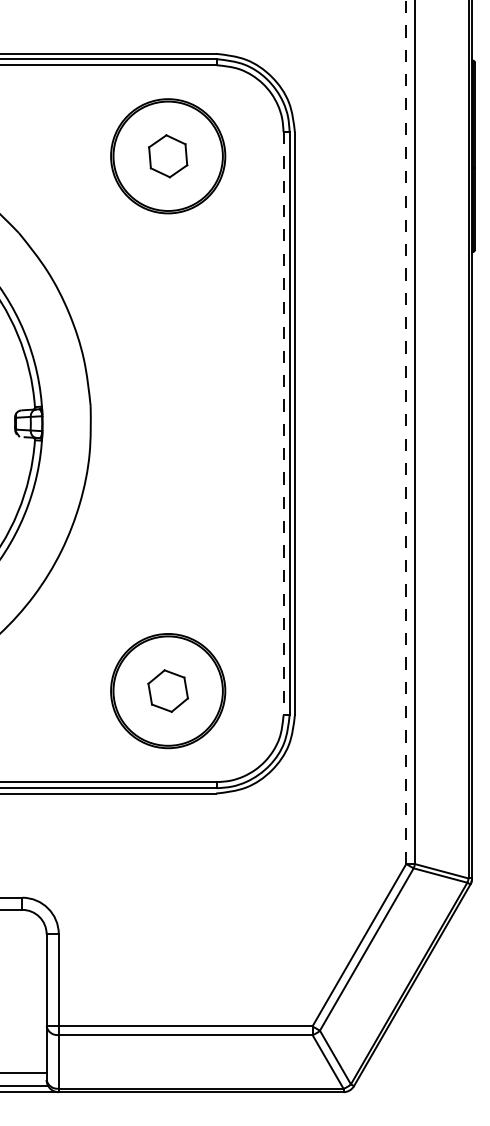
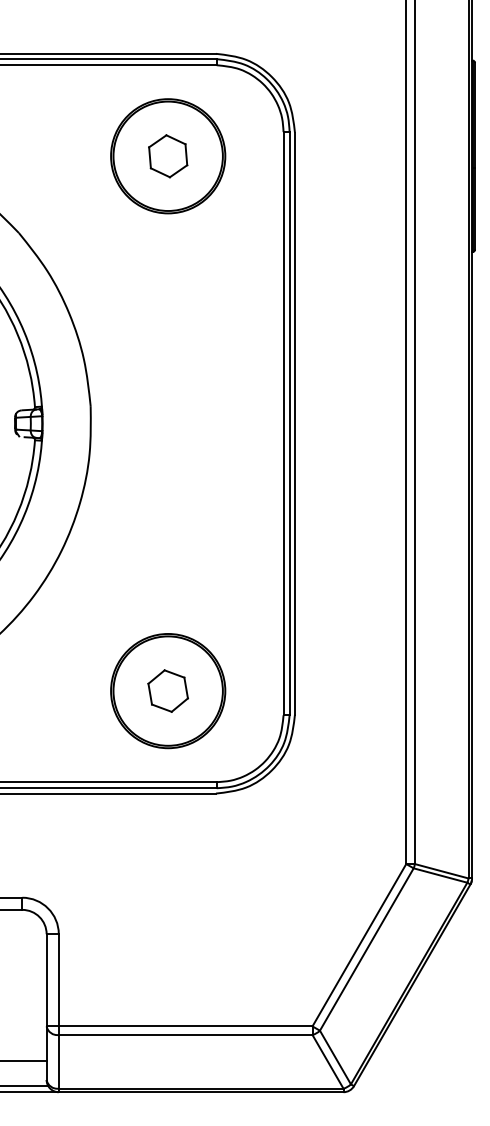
line at (283, 423): dashed -> solid
line at (406, 432): dashed -> solid
line at (24, 1072) position: (24, 1072) -> (24, 1060)
